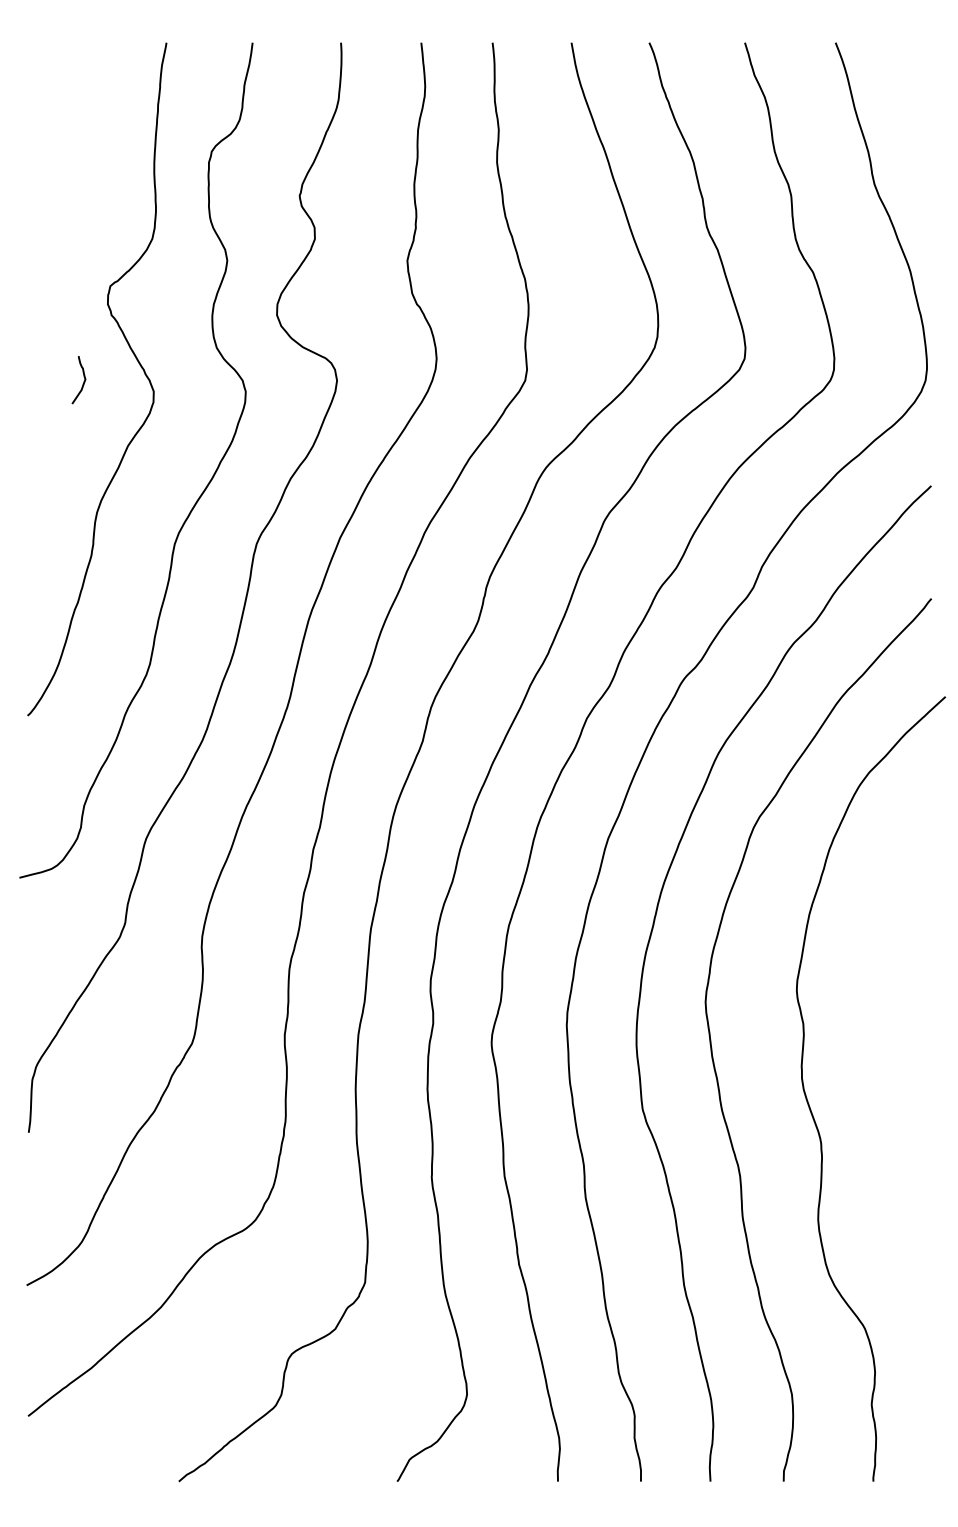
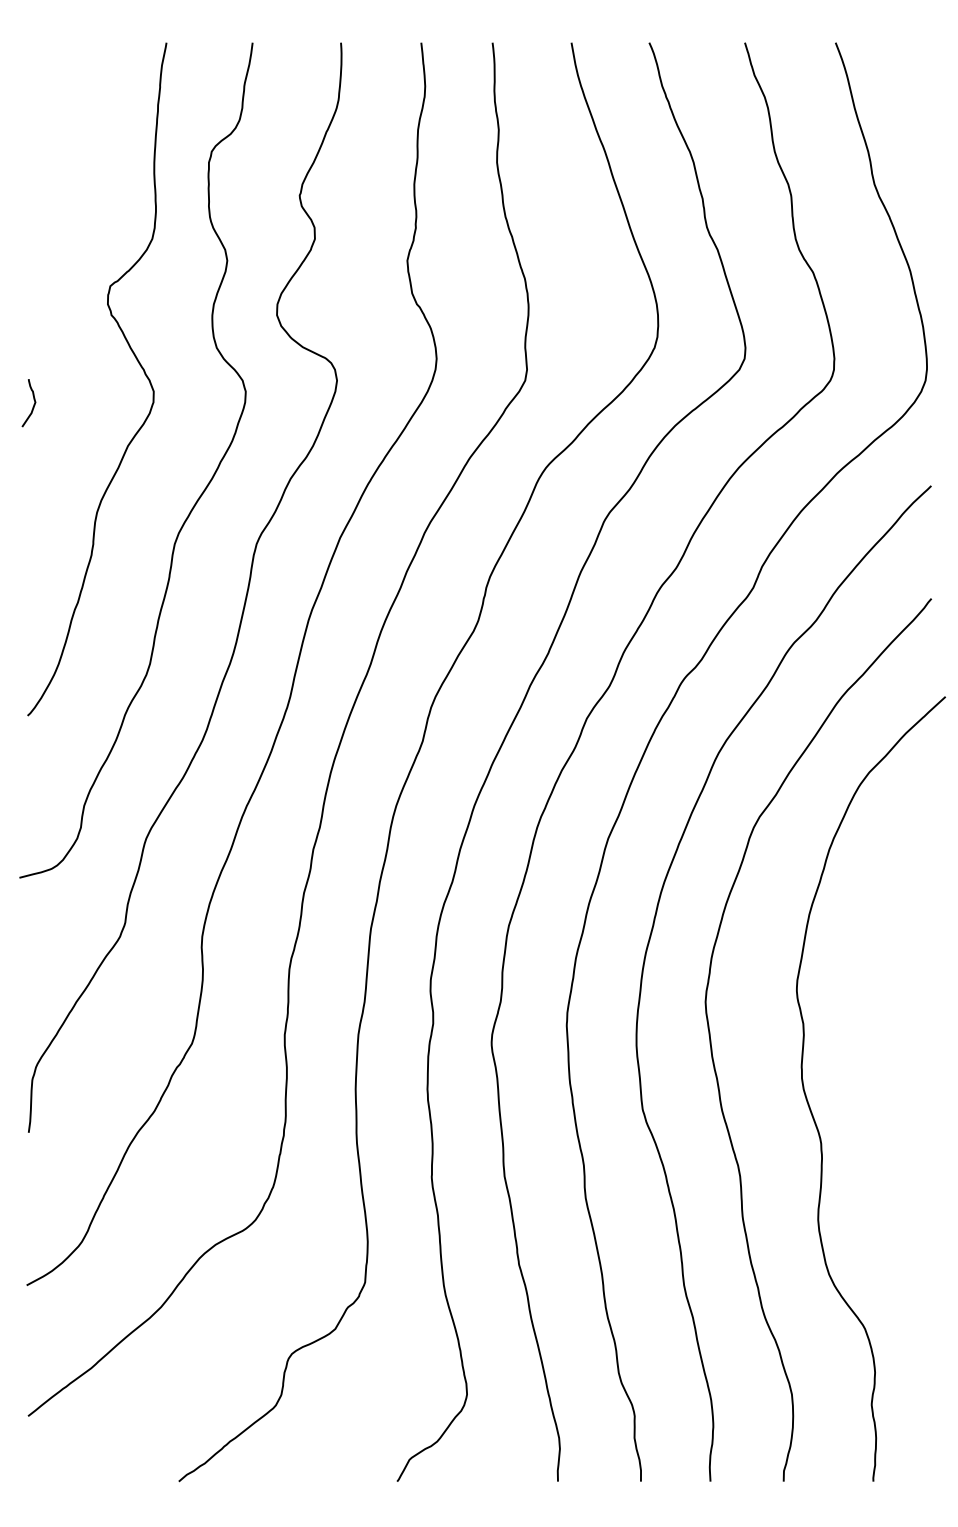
curve at (83, 381) position: (83, 381) -> (33, 404)
